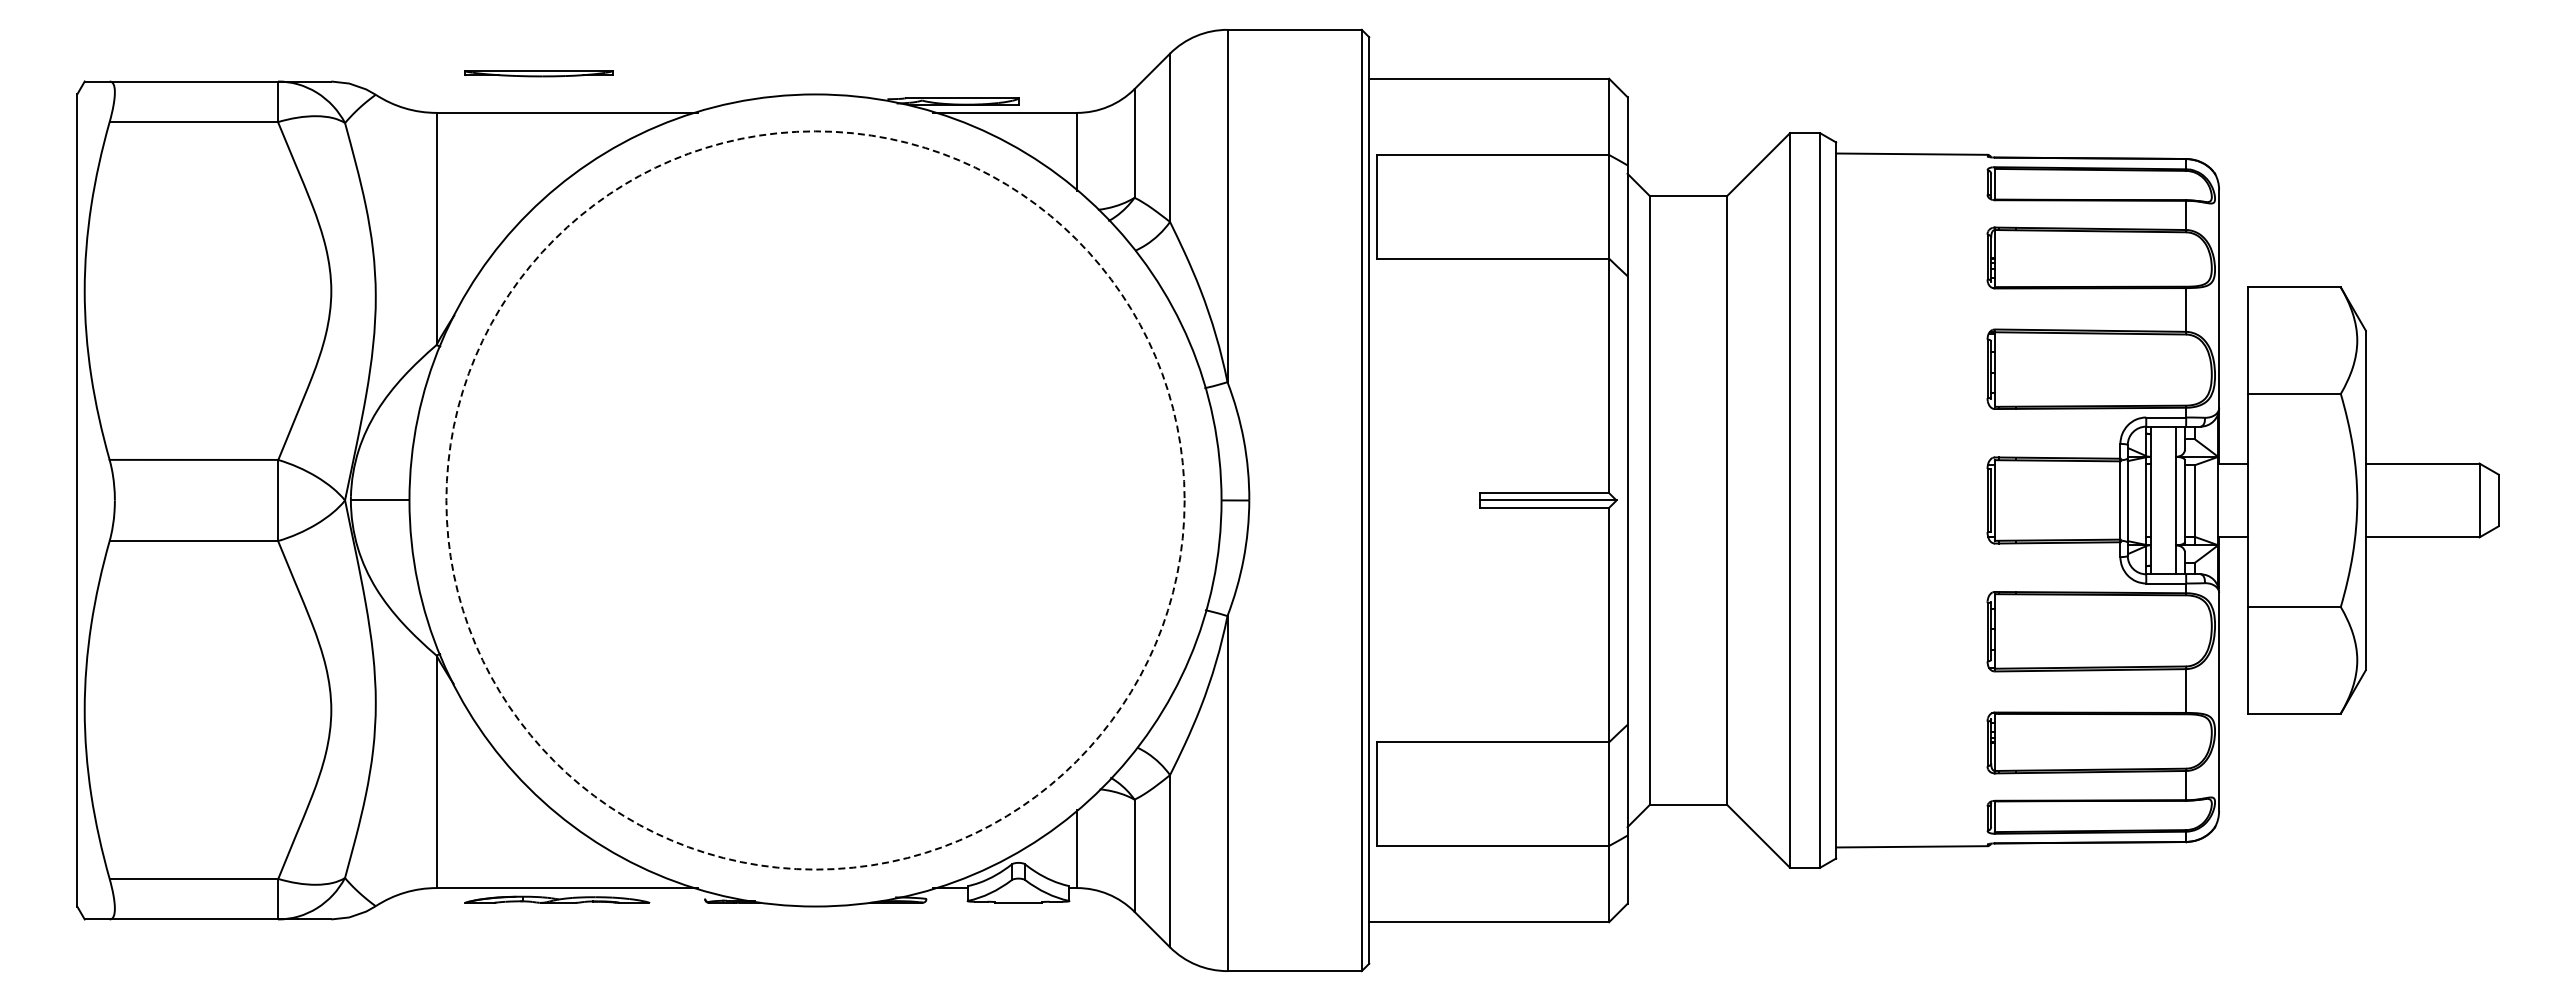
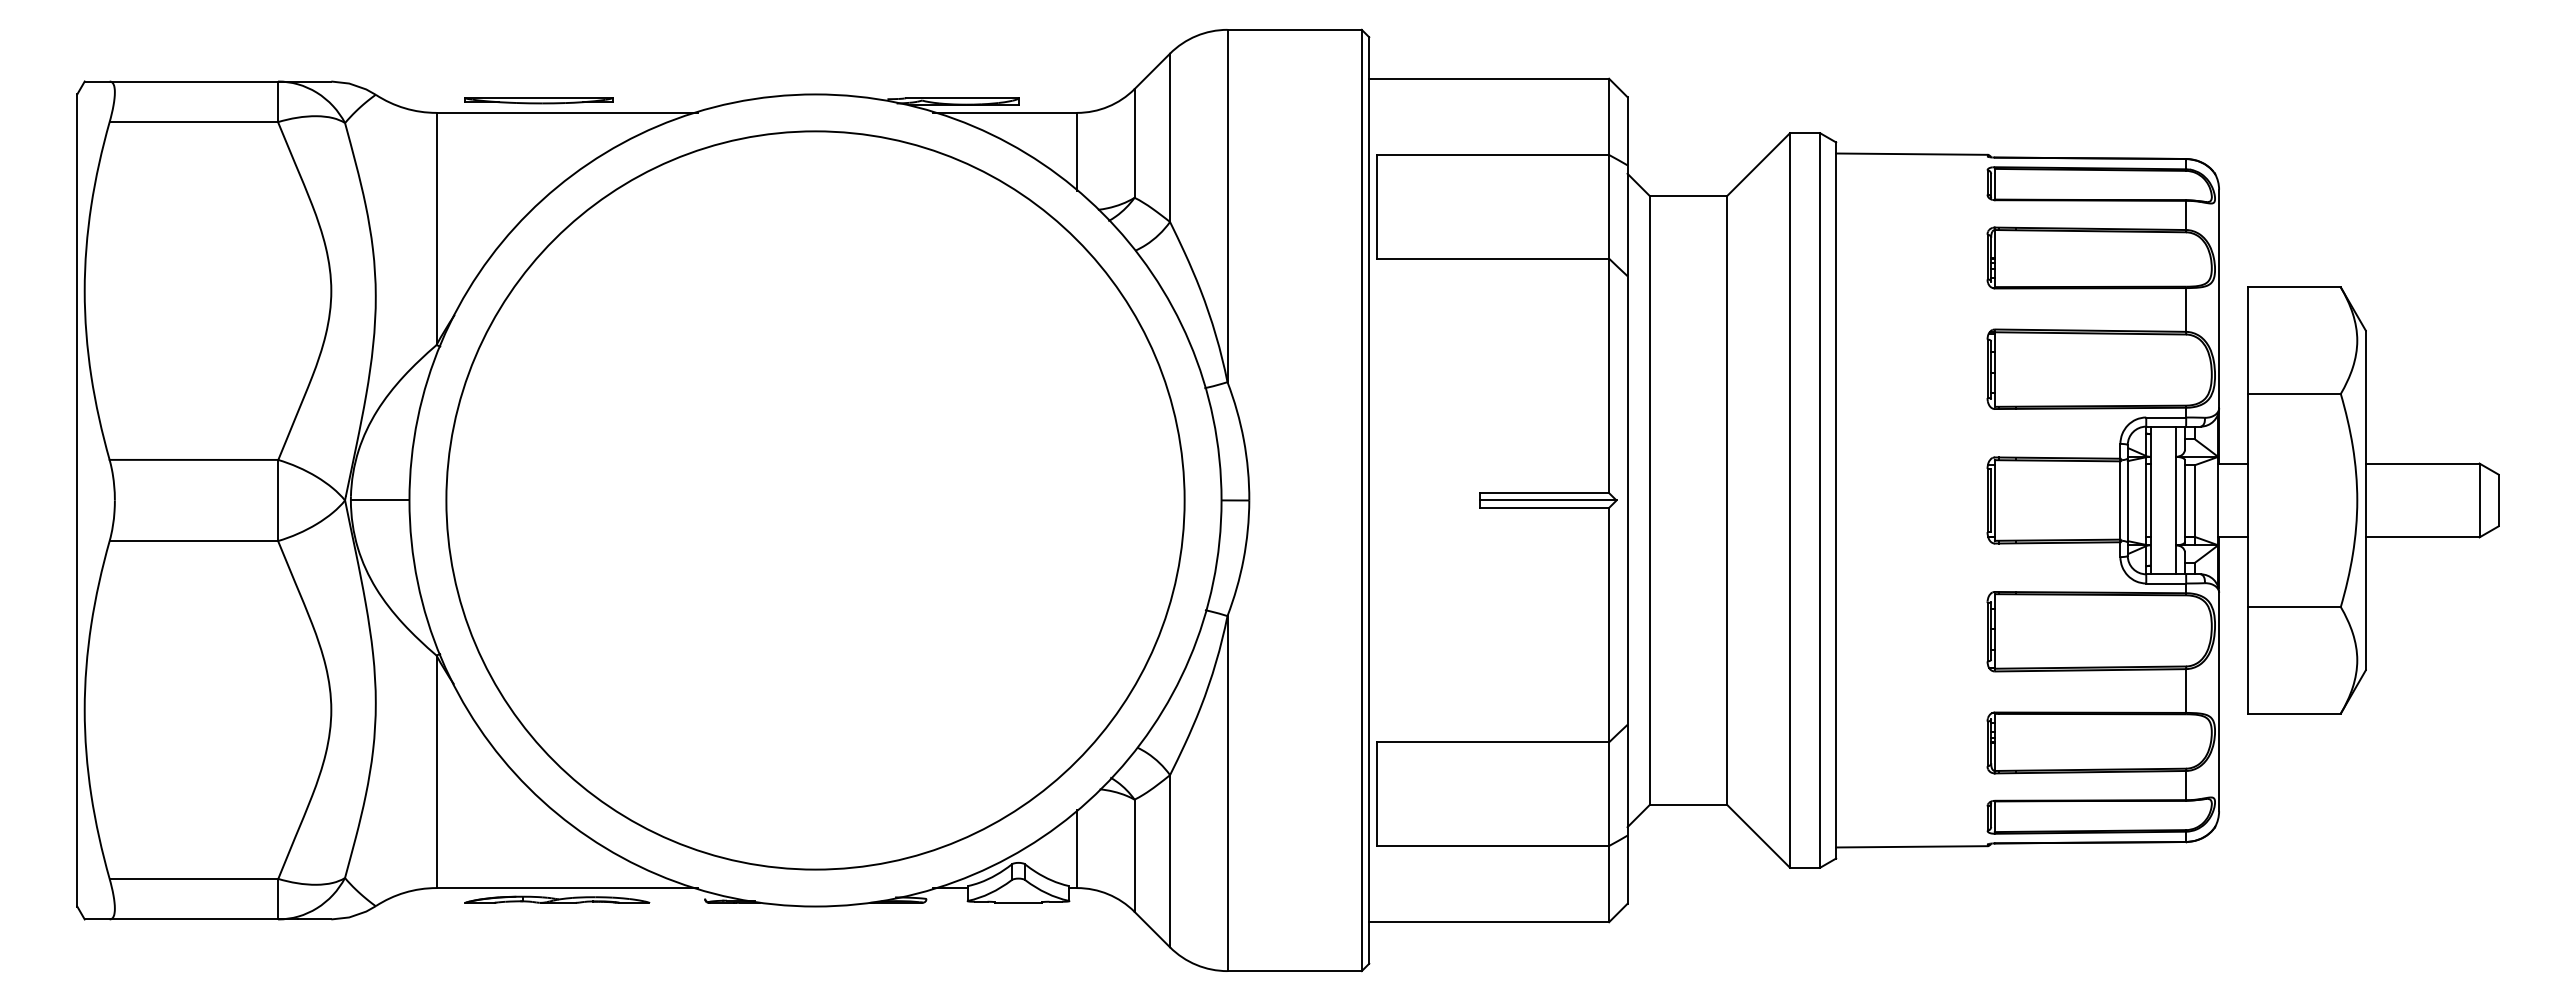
part at (538, 73) position: (538, 73) -> (538, 100)
circle at (815, 500): dashed -> solid
